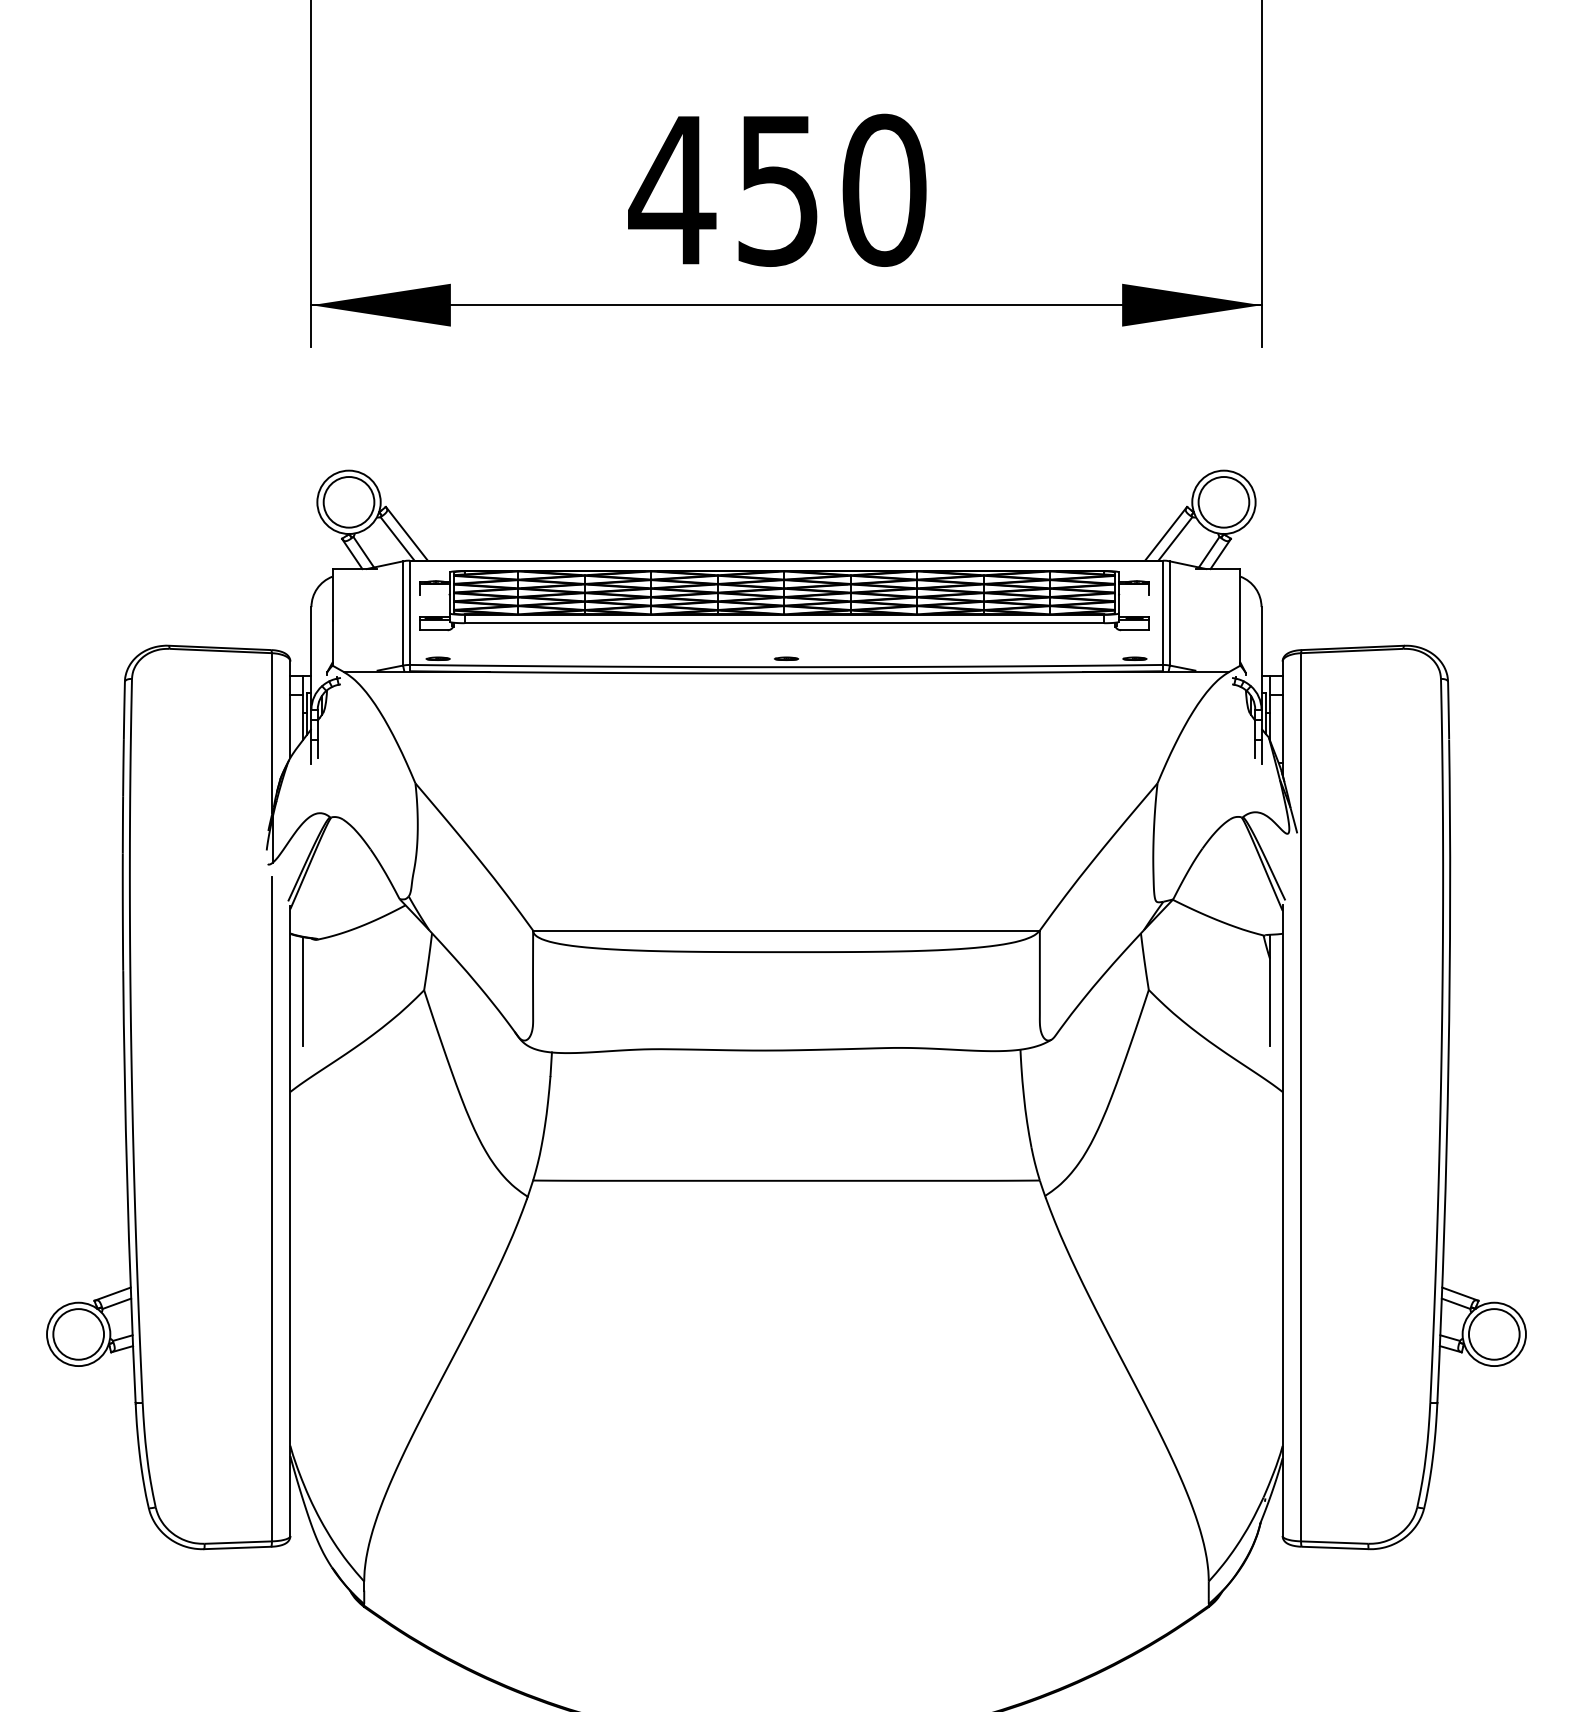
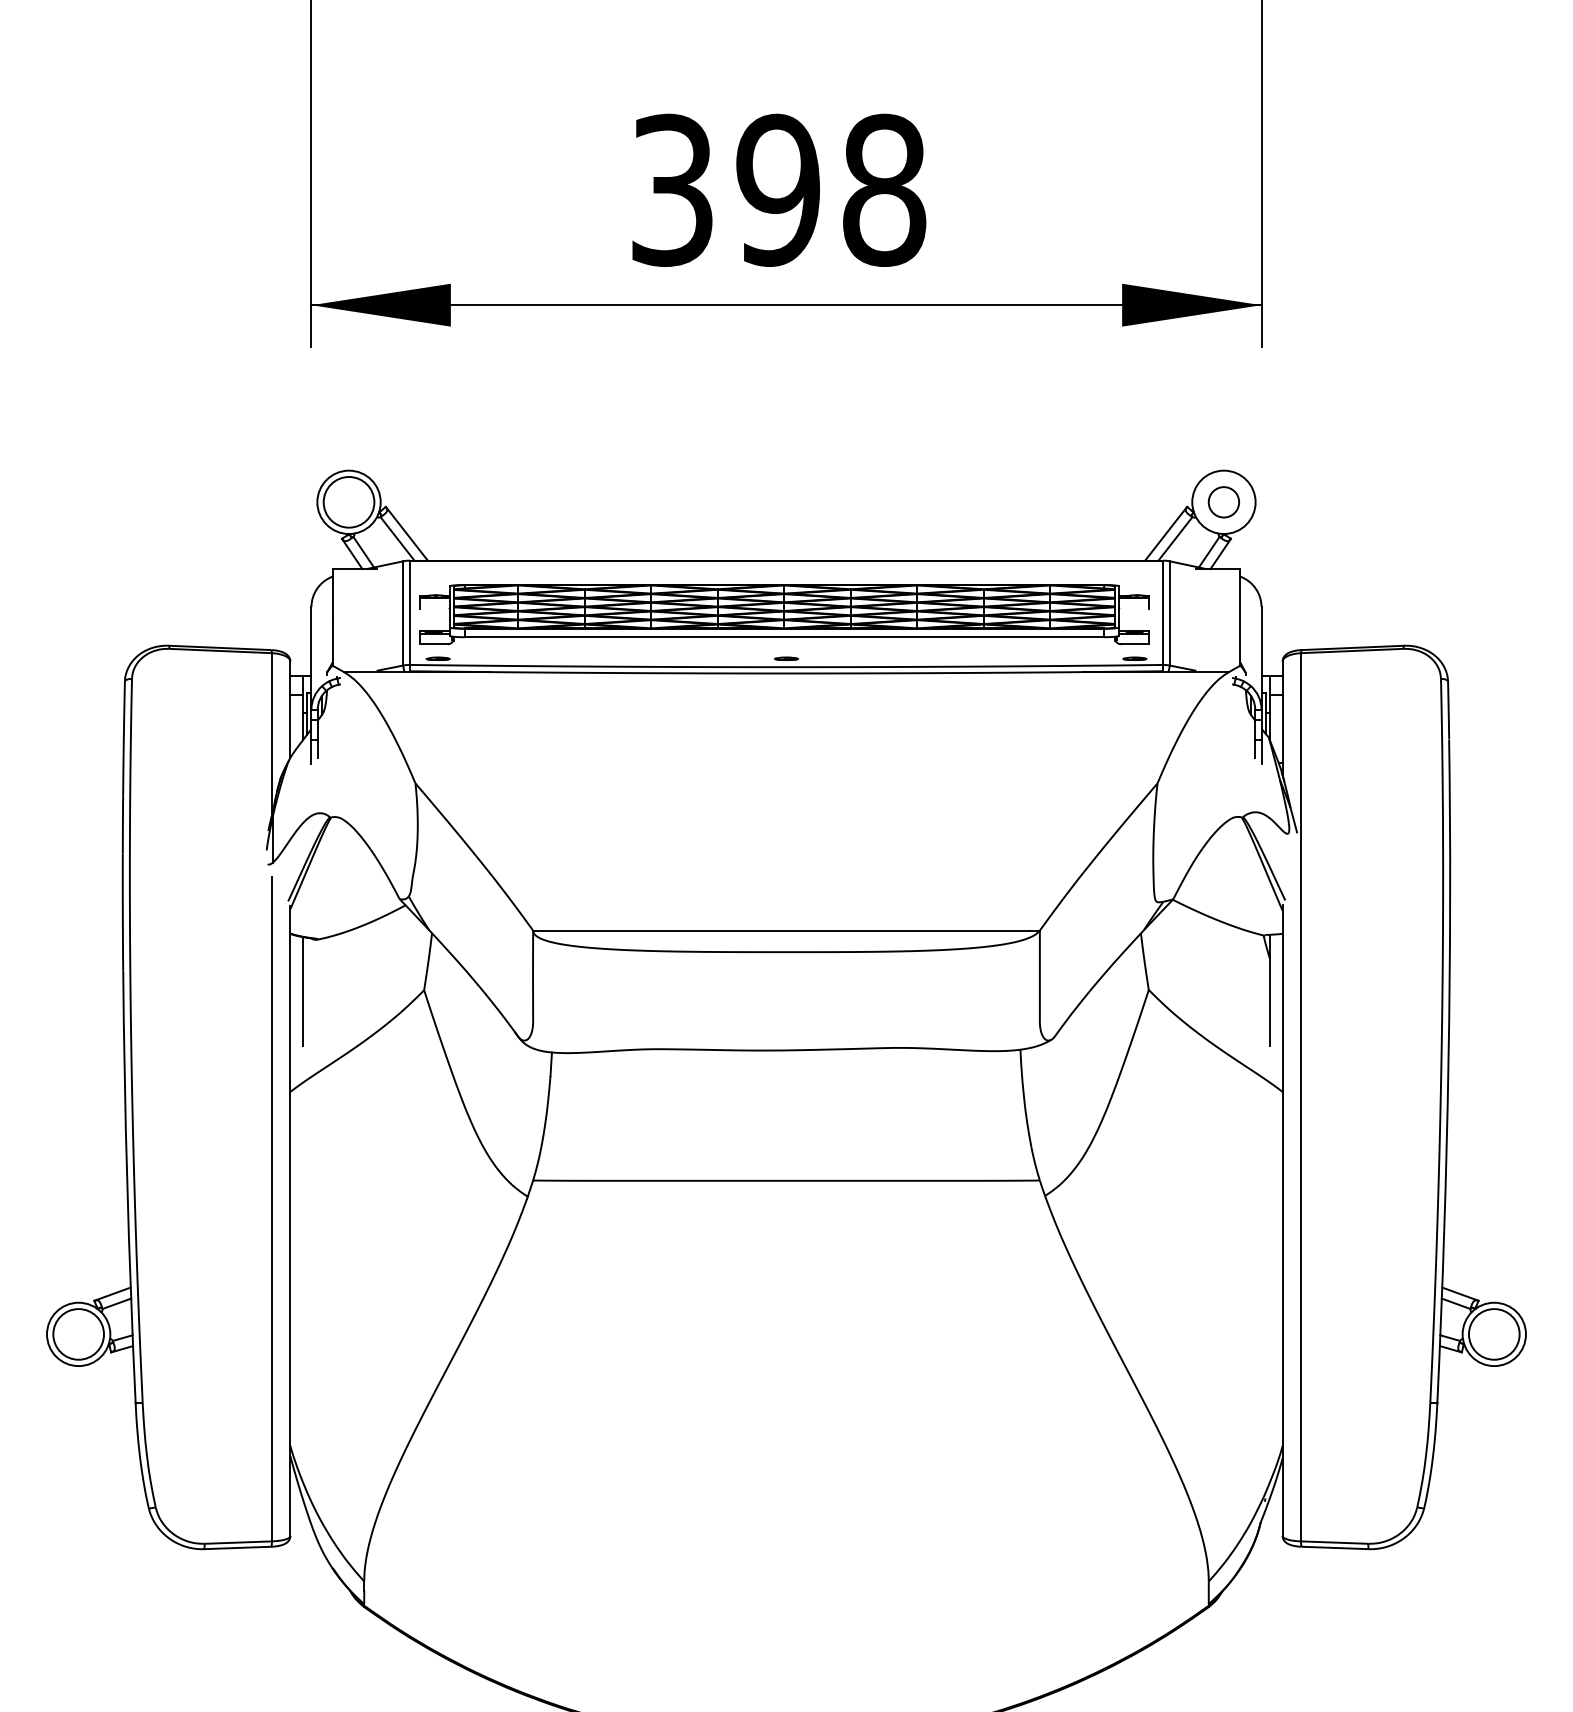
text at (777, 189): 450 -> 398
circle at (1223, 502) diameter: 51 px -> 30 px
part at (784, 600) position: (784, 600) -> (784, 614)
